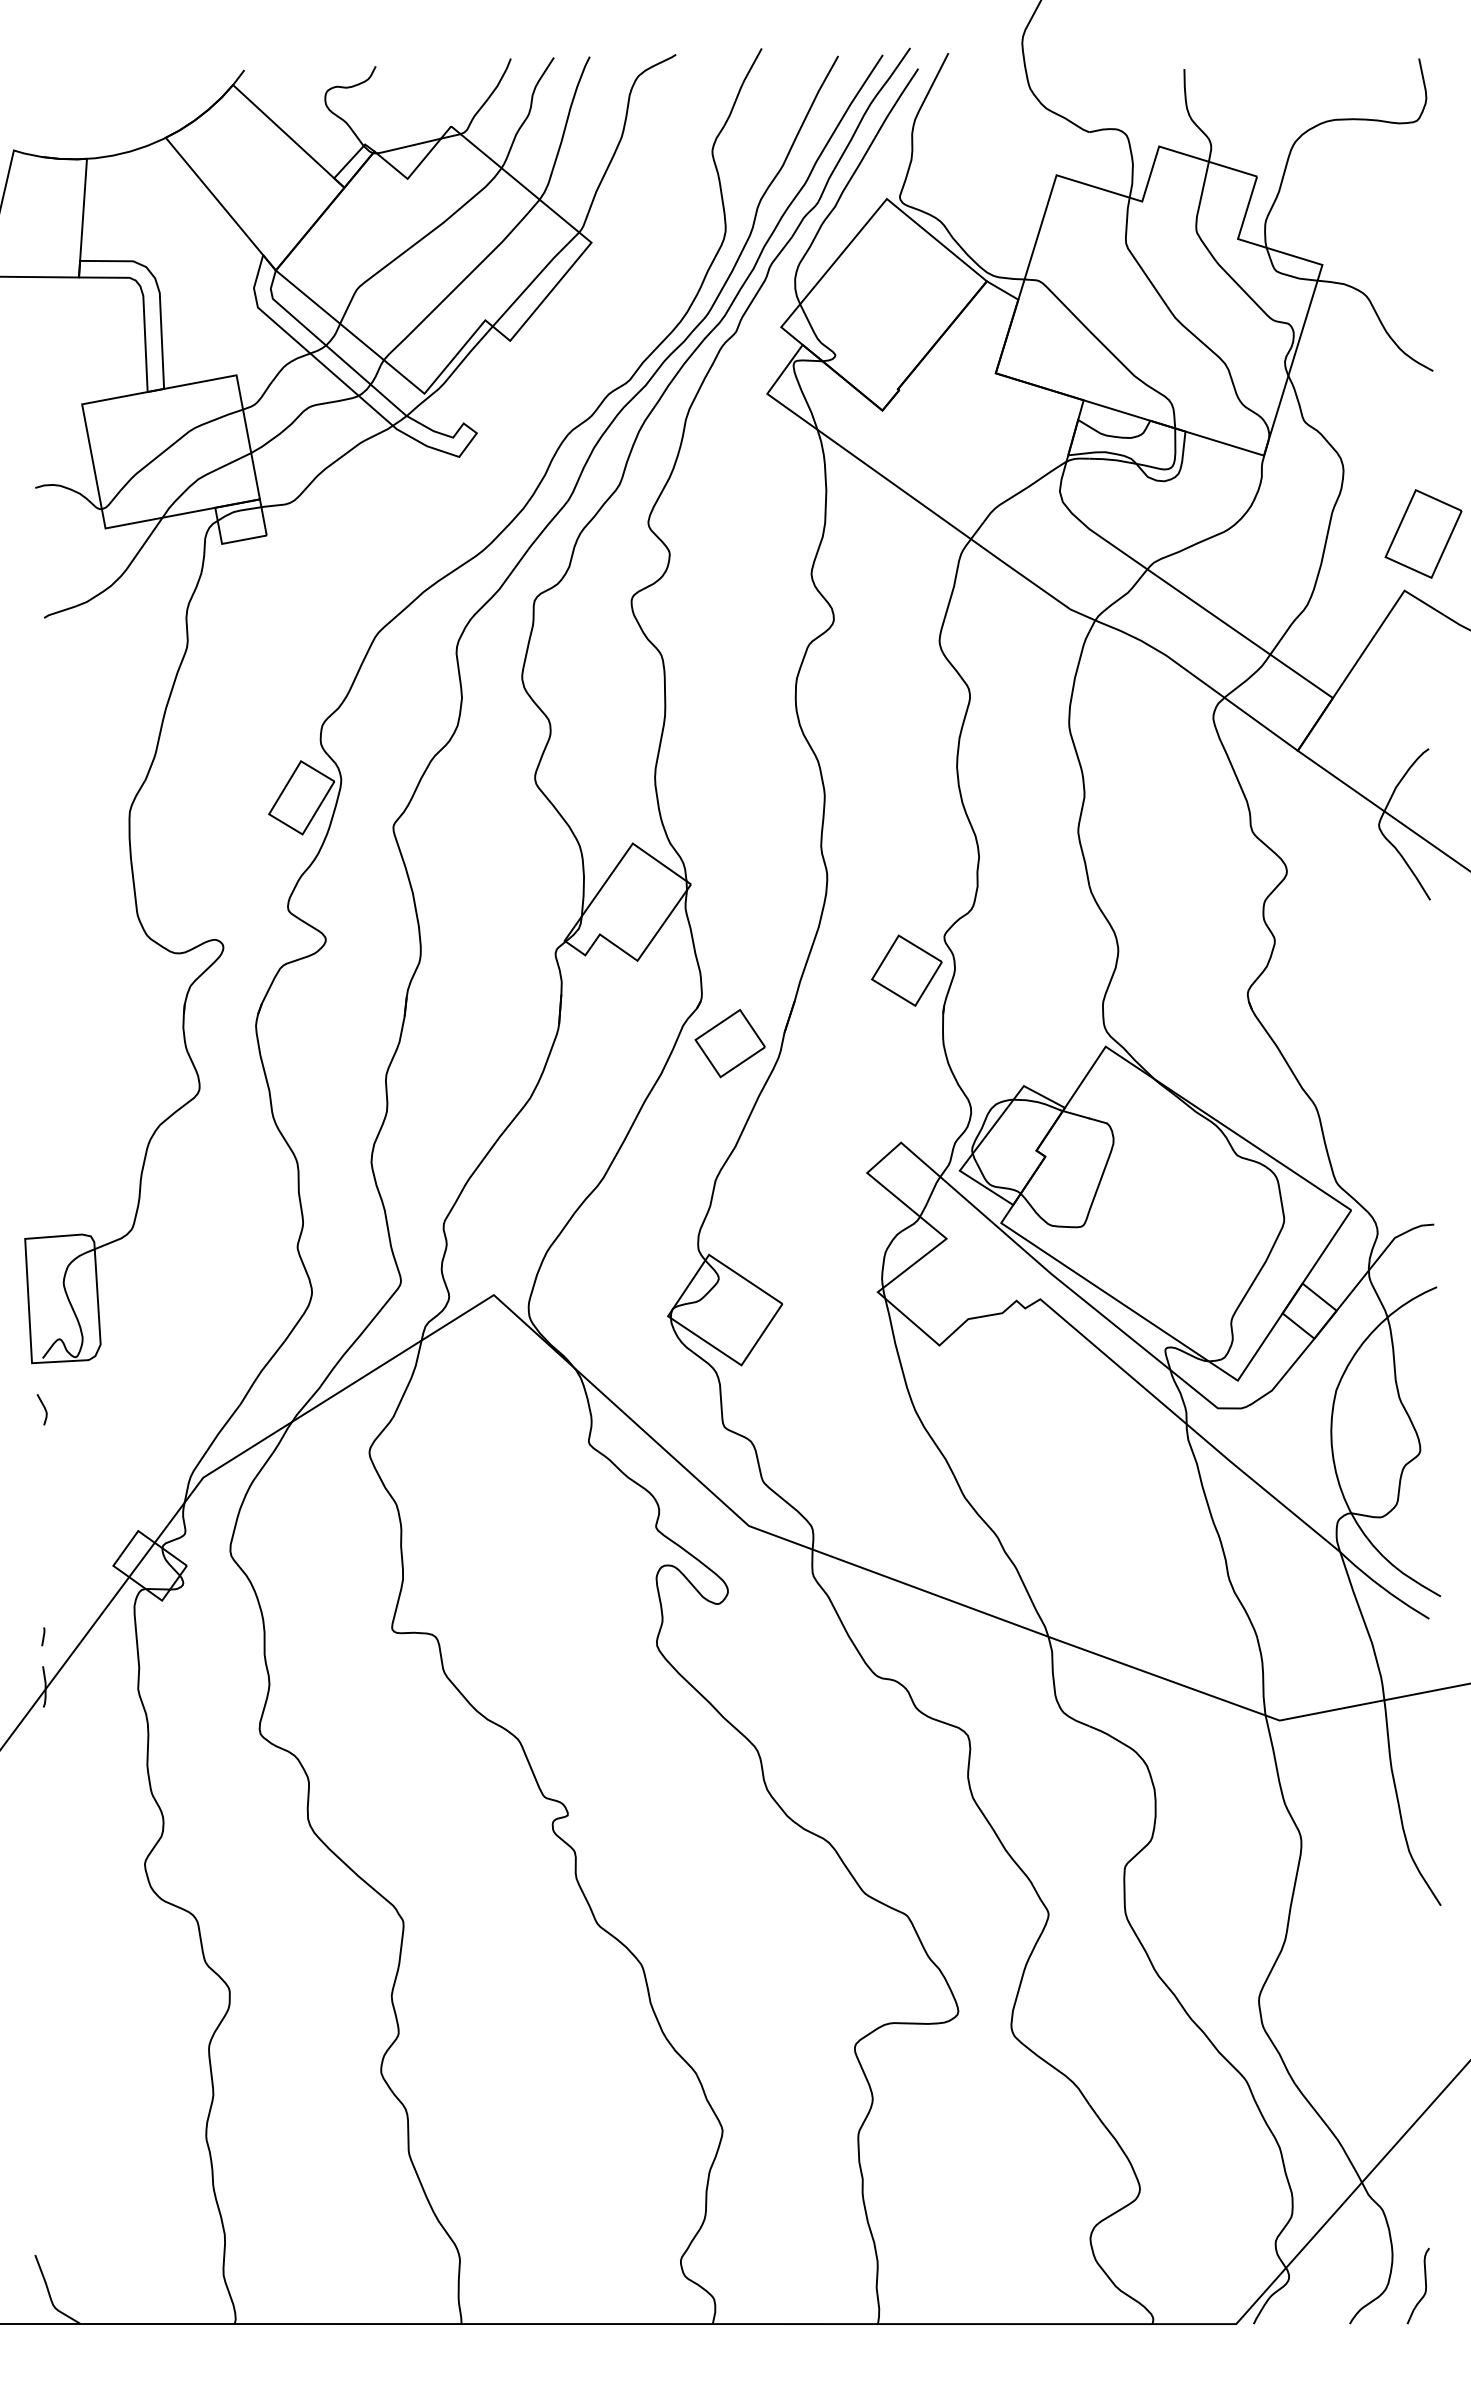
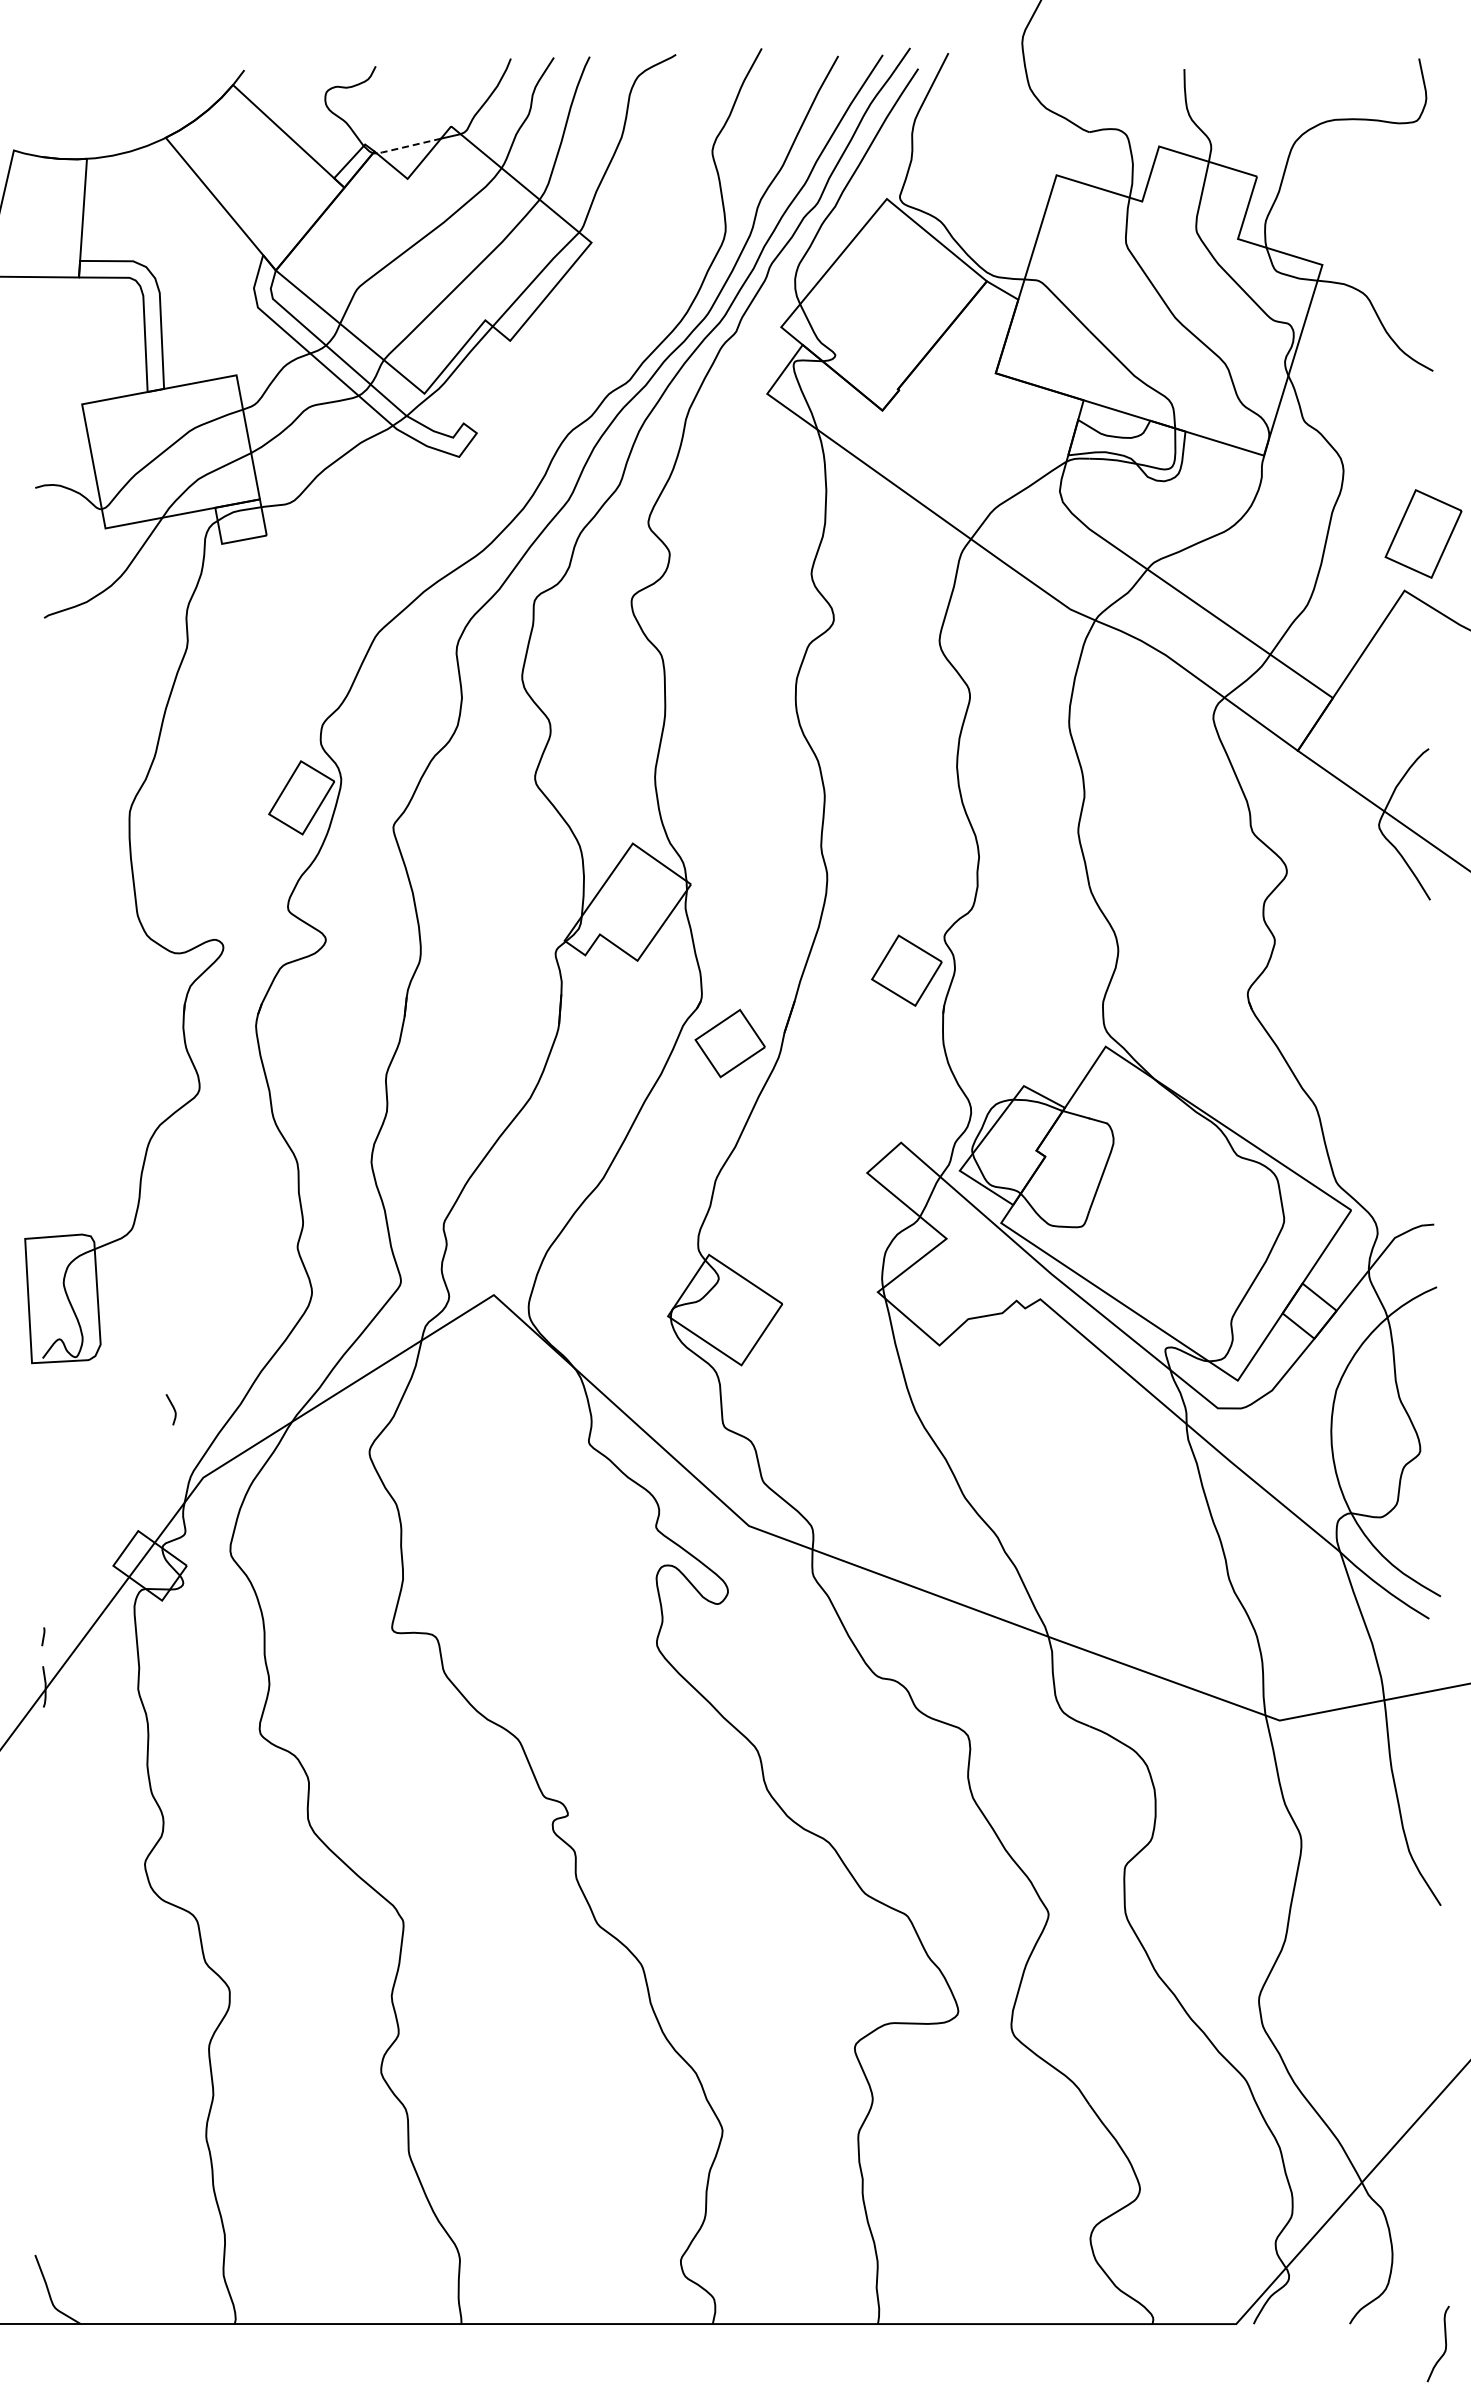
line at (408, 146): solid -> dashed
curve at (43, 1407) position: (43, 1407) -> (172, 1407)
curve at (1425, 2285) position: (1425, 2285) -> (1445, 2343)
